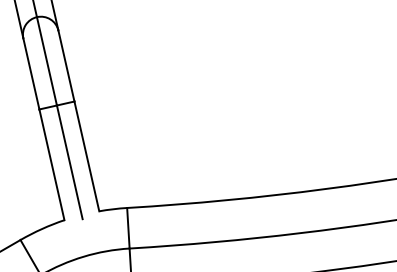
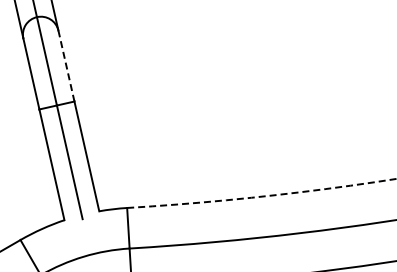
line at (66, 66): solid -> dashed
arc at (262, 196): solid -> dashed
